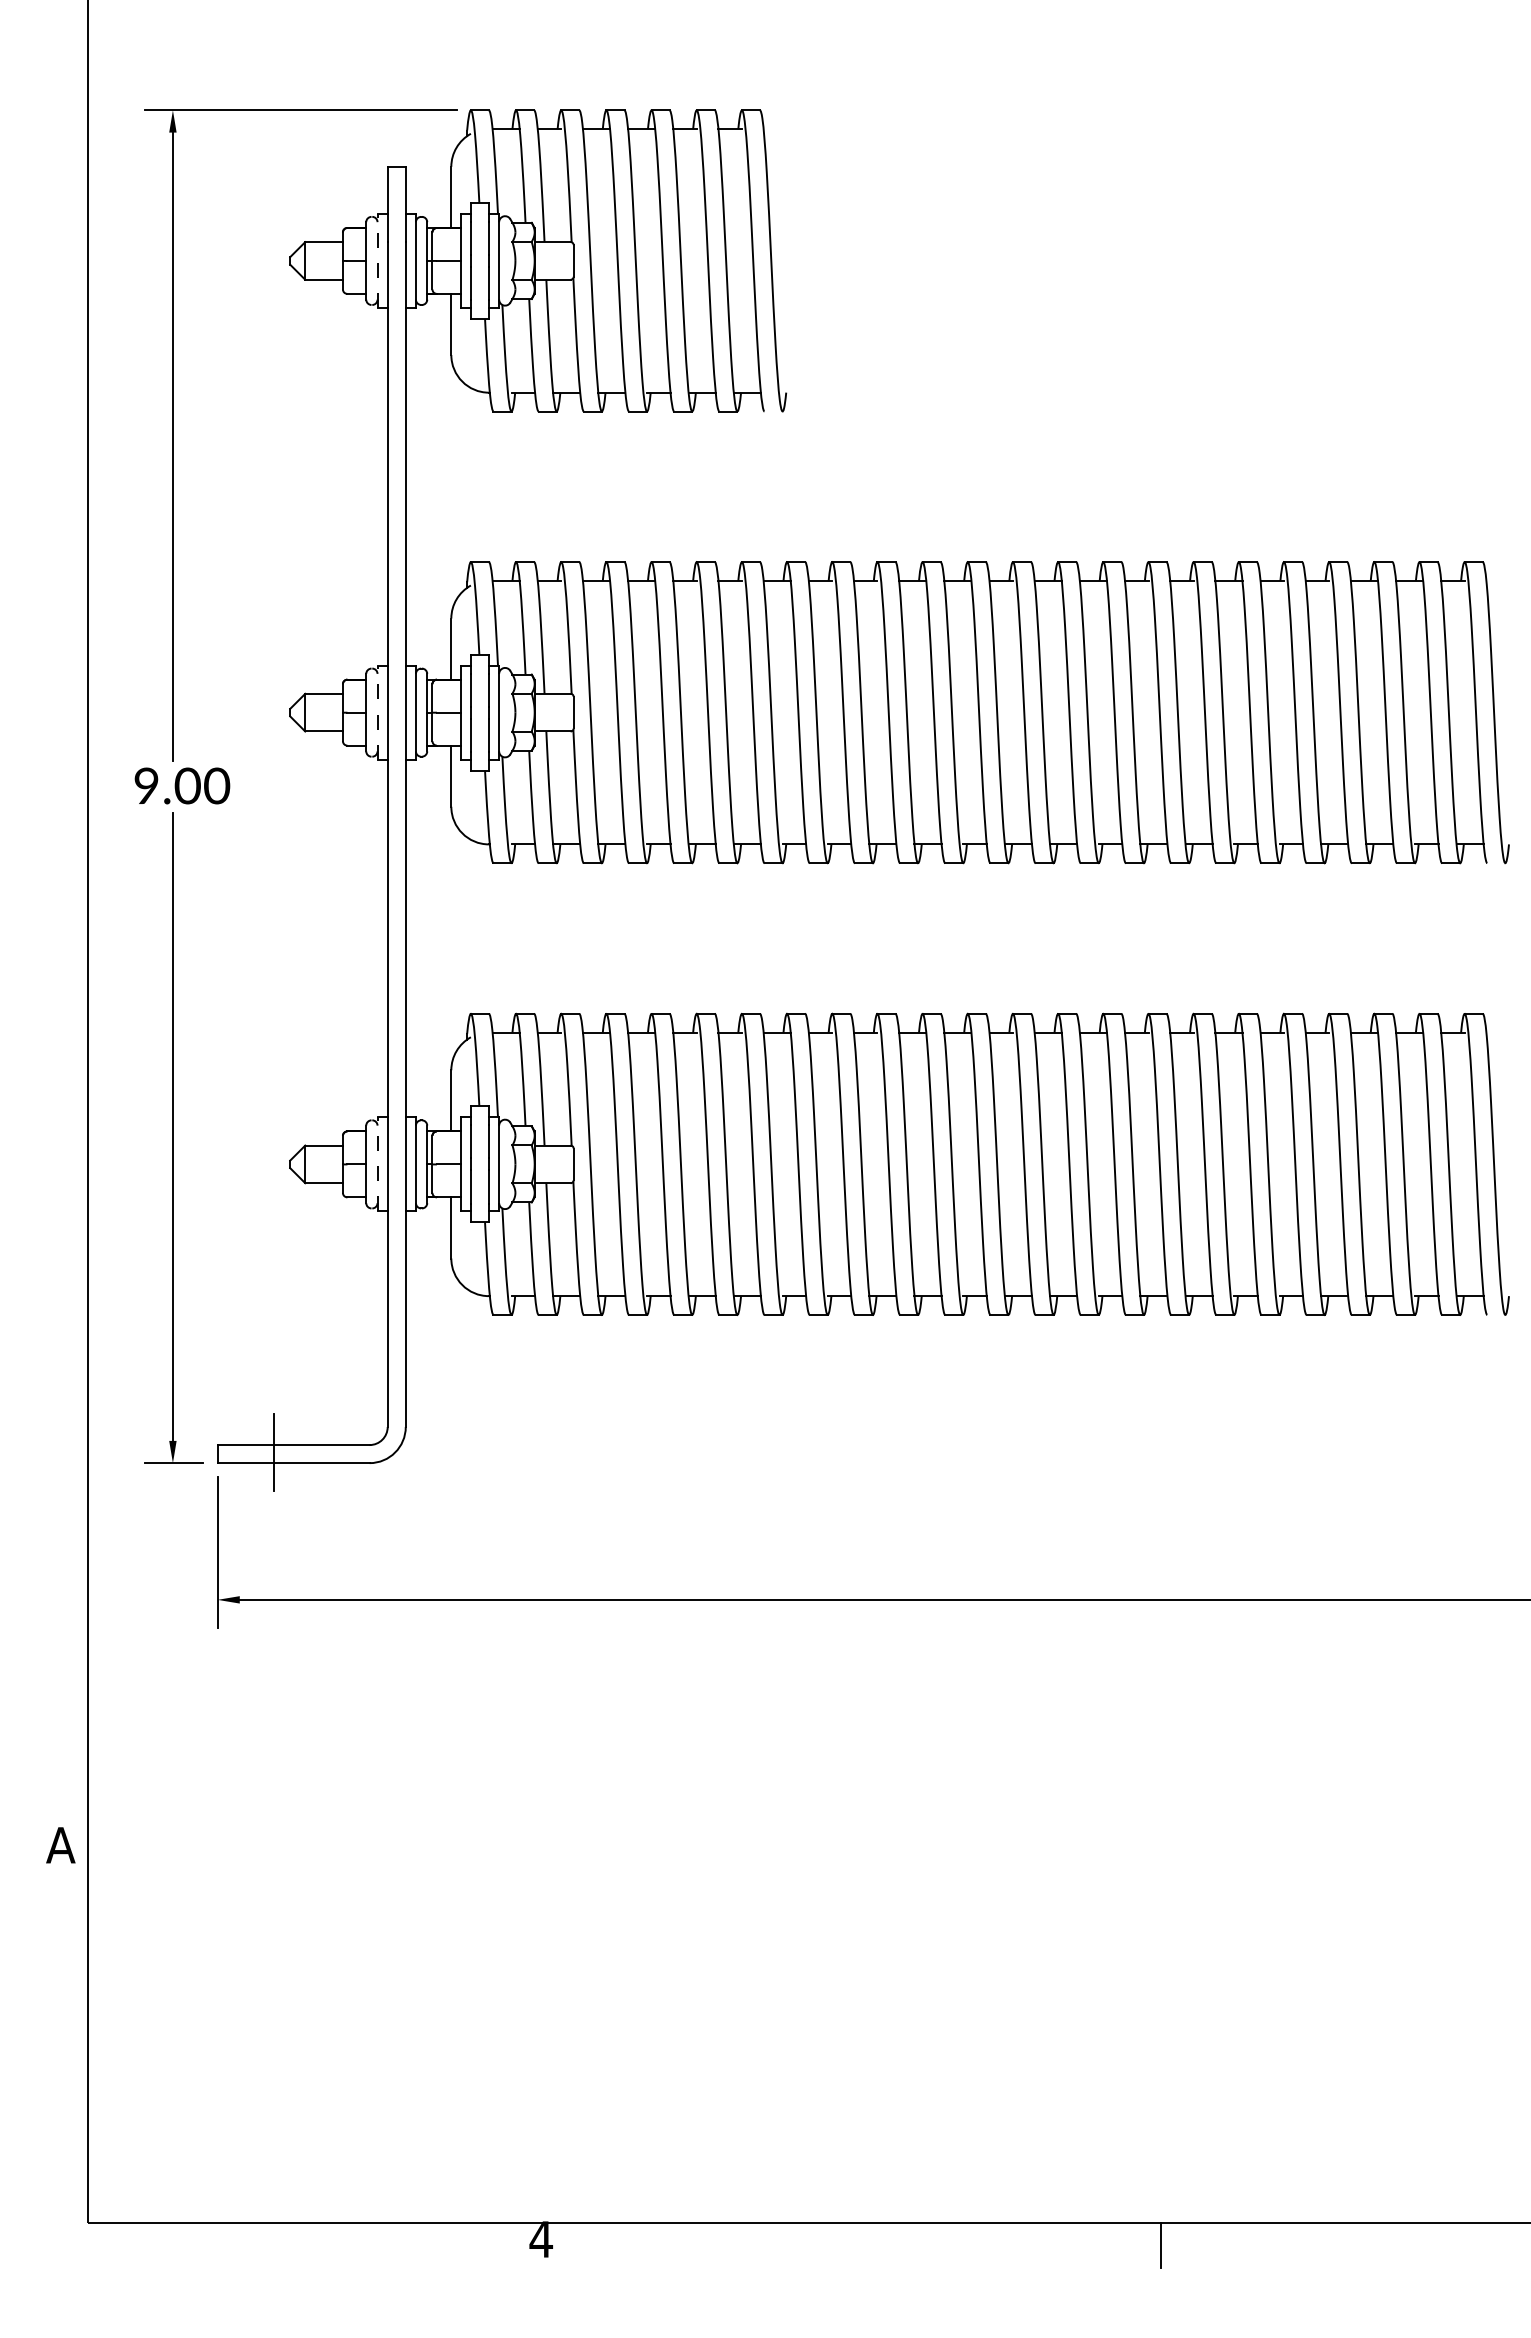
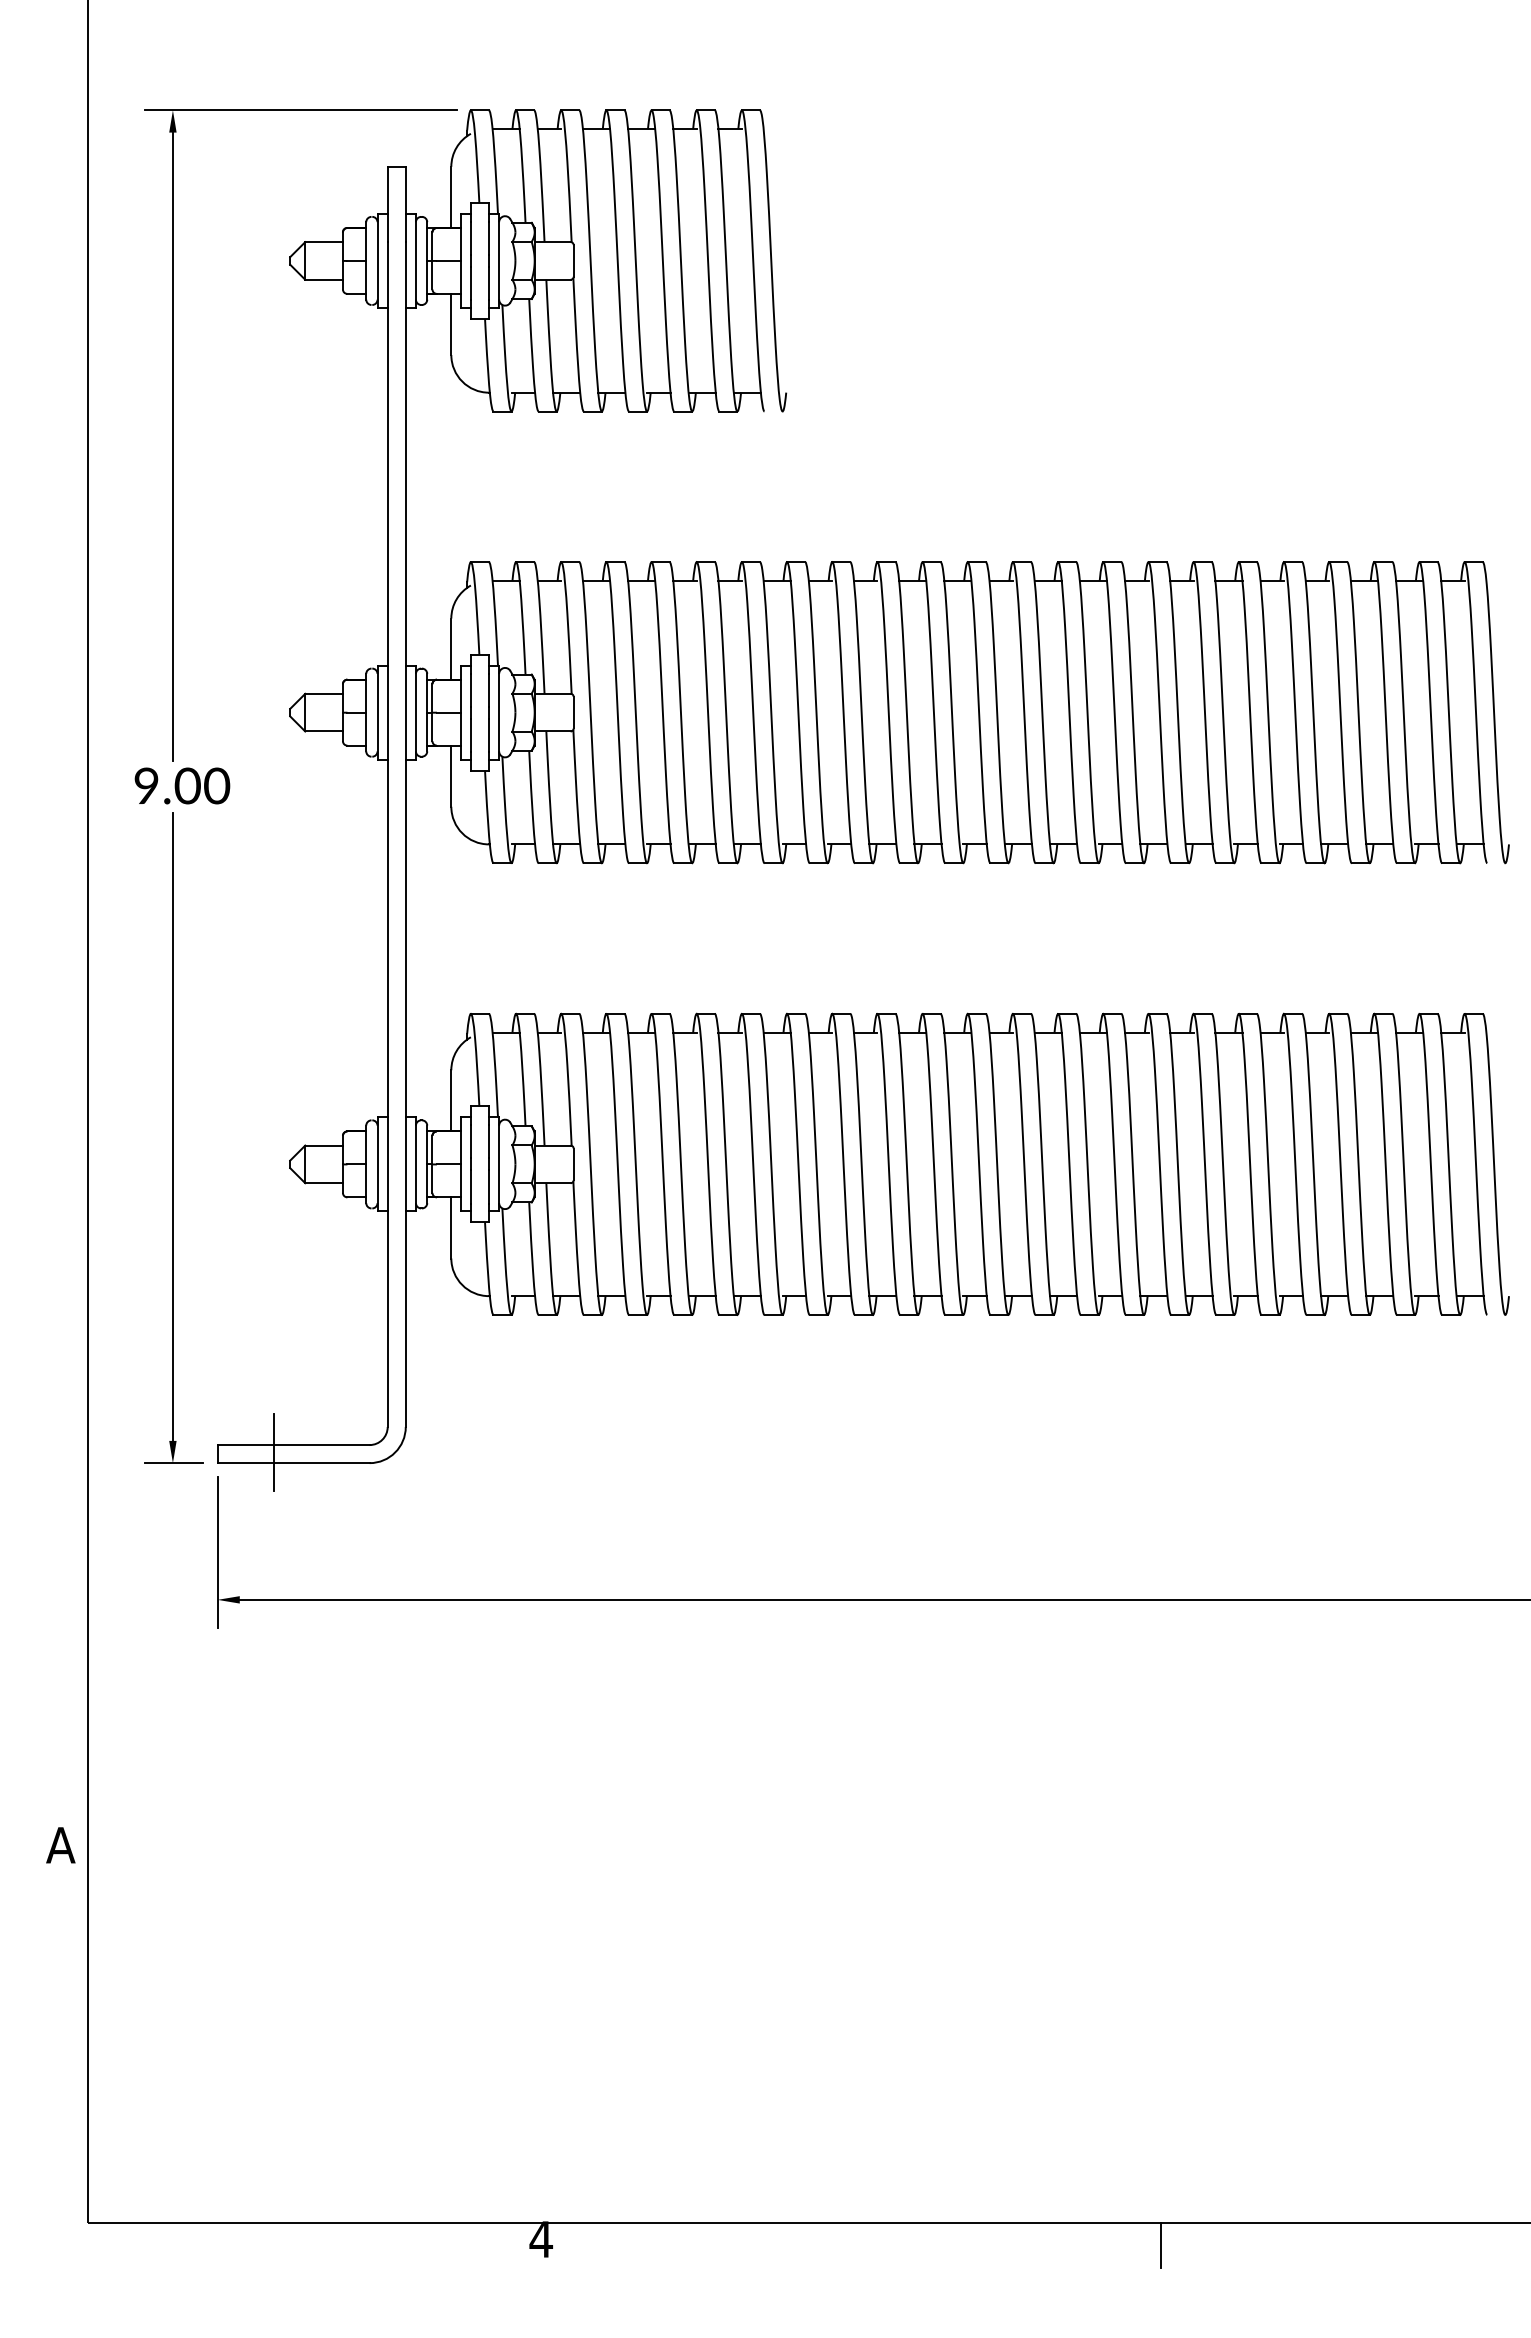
line at (377, 260): dashed -> solid
line at (377, 712): dashed -> solid
line at (377, 1163): dashed -> solid
